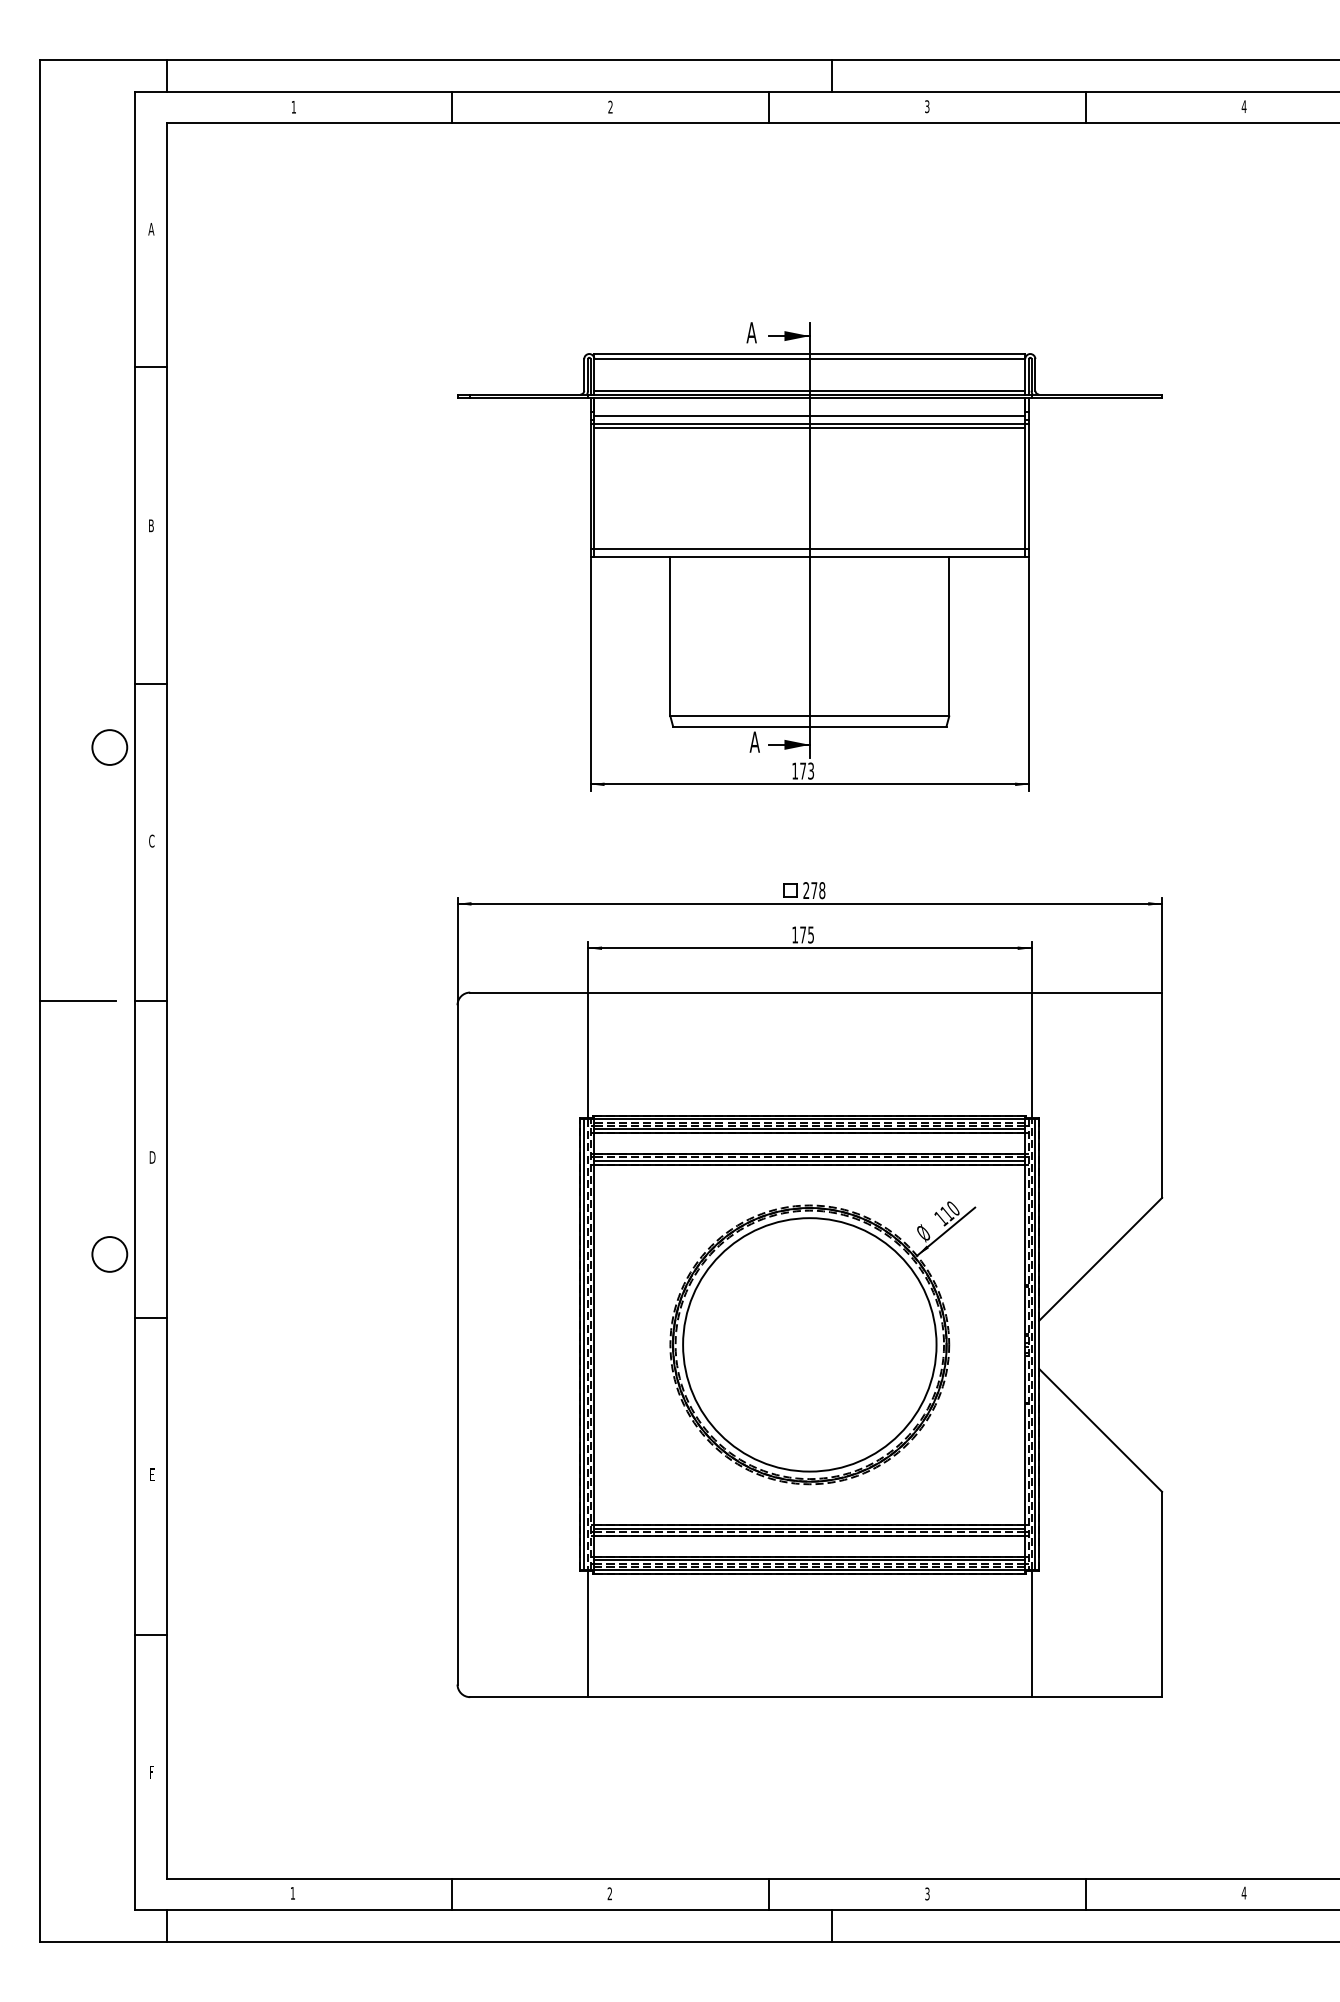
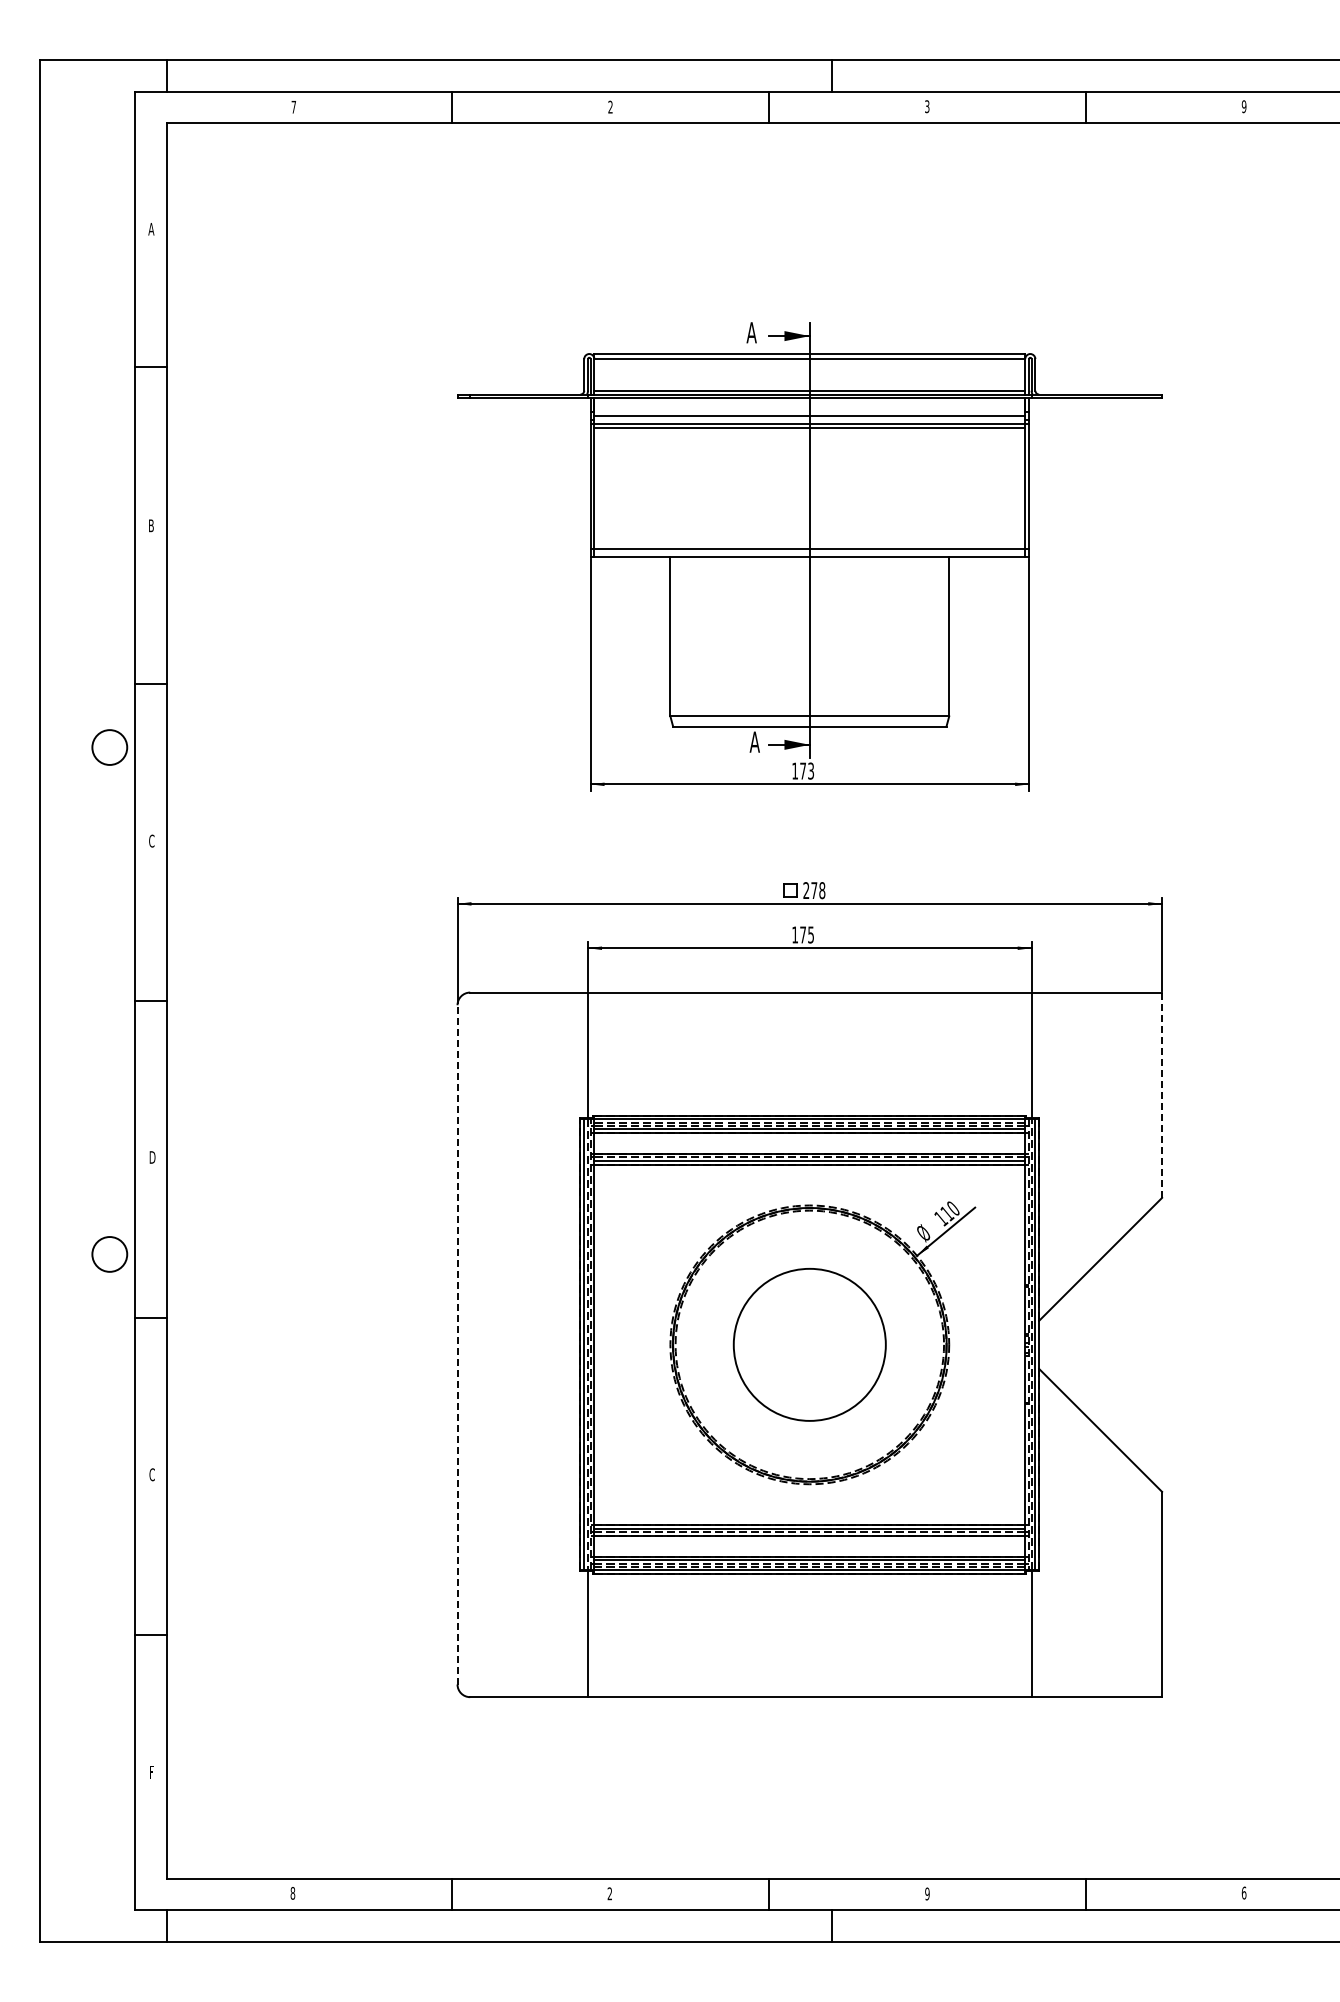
text at (293, 106): 1 -> 7
text at (1243, 106): 4 -> 9
line at (78, 1001): present -> none
line at (1162, 1095): solid -> dashed
line at (457, 1344): solid -> dashed
circle at (809, 1344) diameter: 253 px -> 152 px
text at (151, 1474): E -> C
text at (1243, 1892): 4 -> 6
text at (292, 1893): 1 -> 8
text at (927, 1893): 3 -> 9
